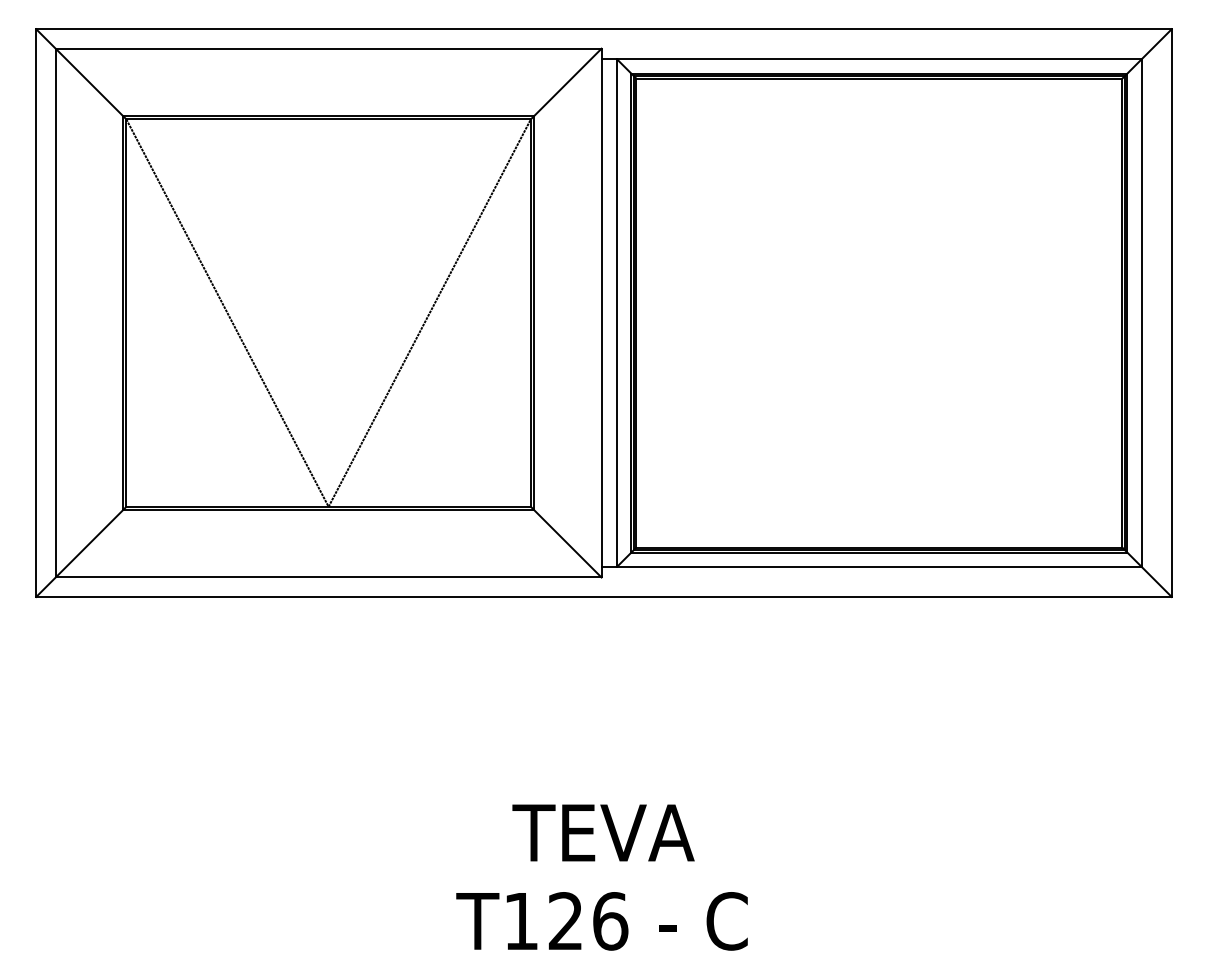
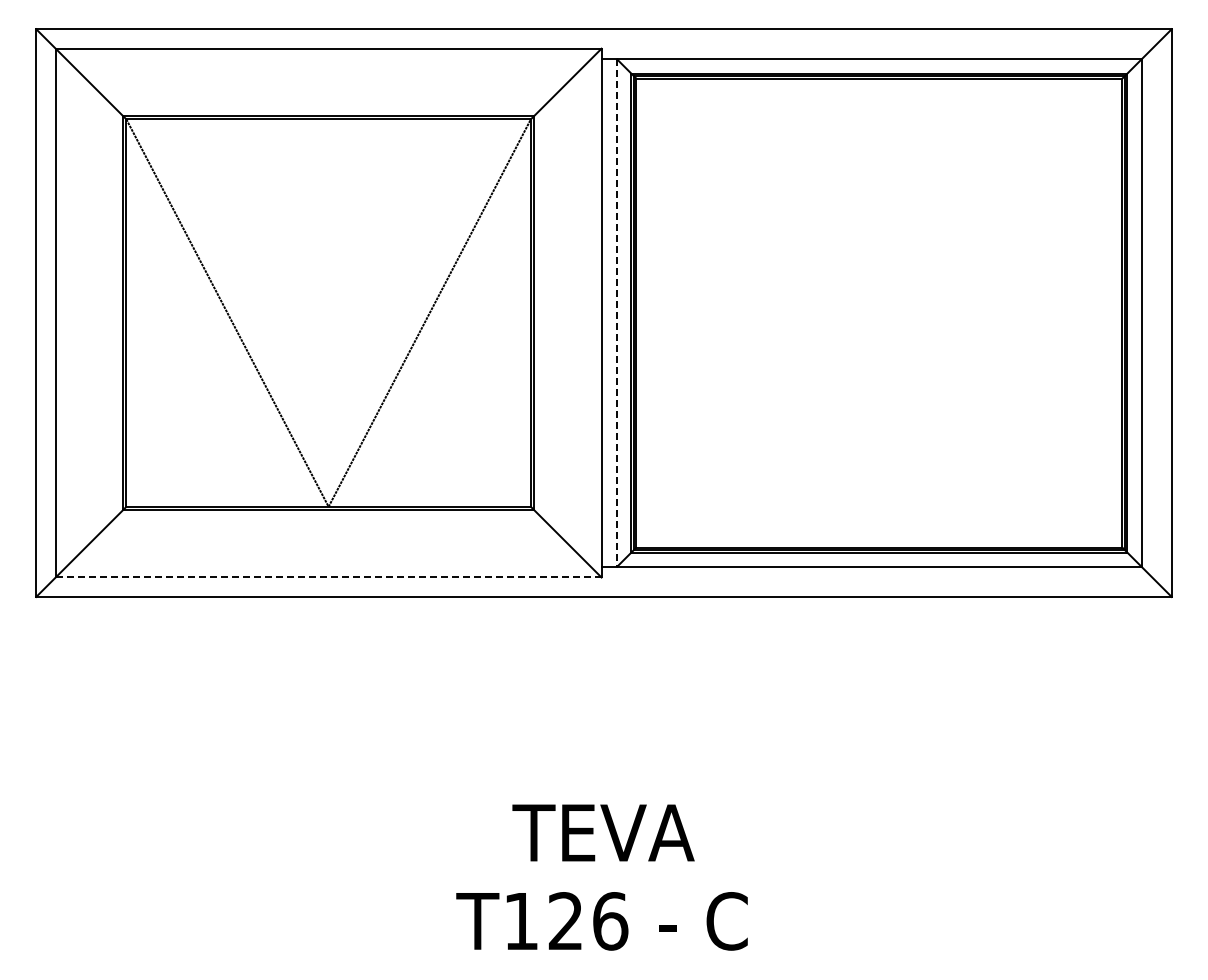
line at (617, 313): solid -> dashed
line at (328, 577): solid -> dashed
